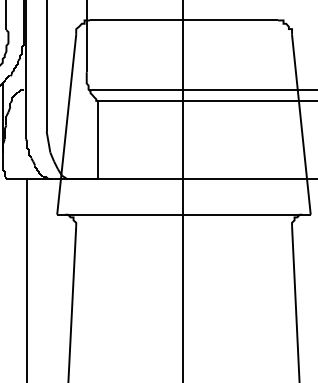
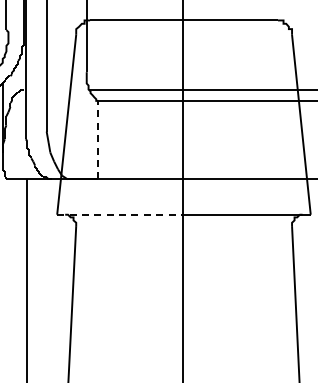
line at (98, 139): solid -> dashed
line at (119, 214): solid -> dashed
